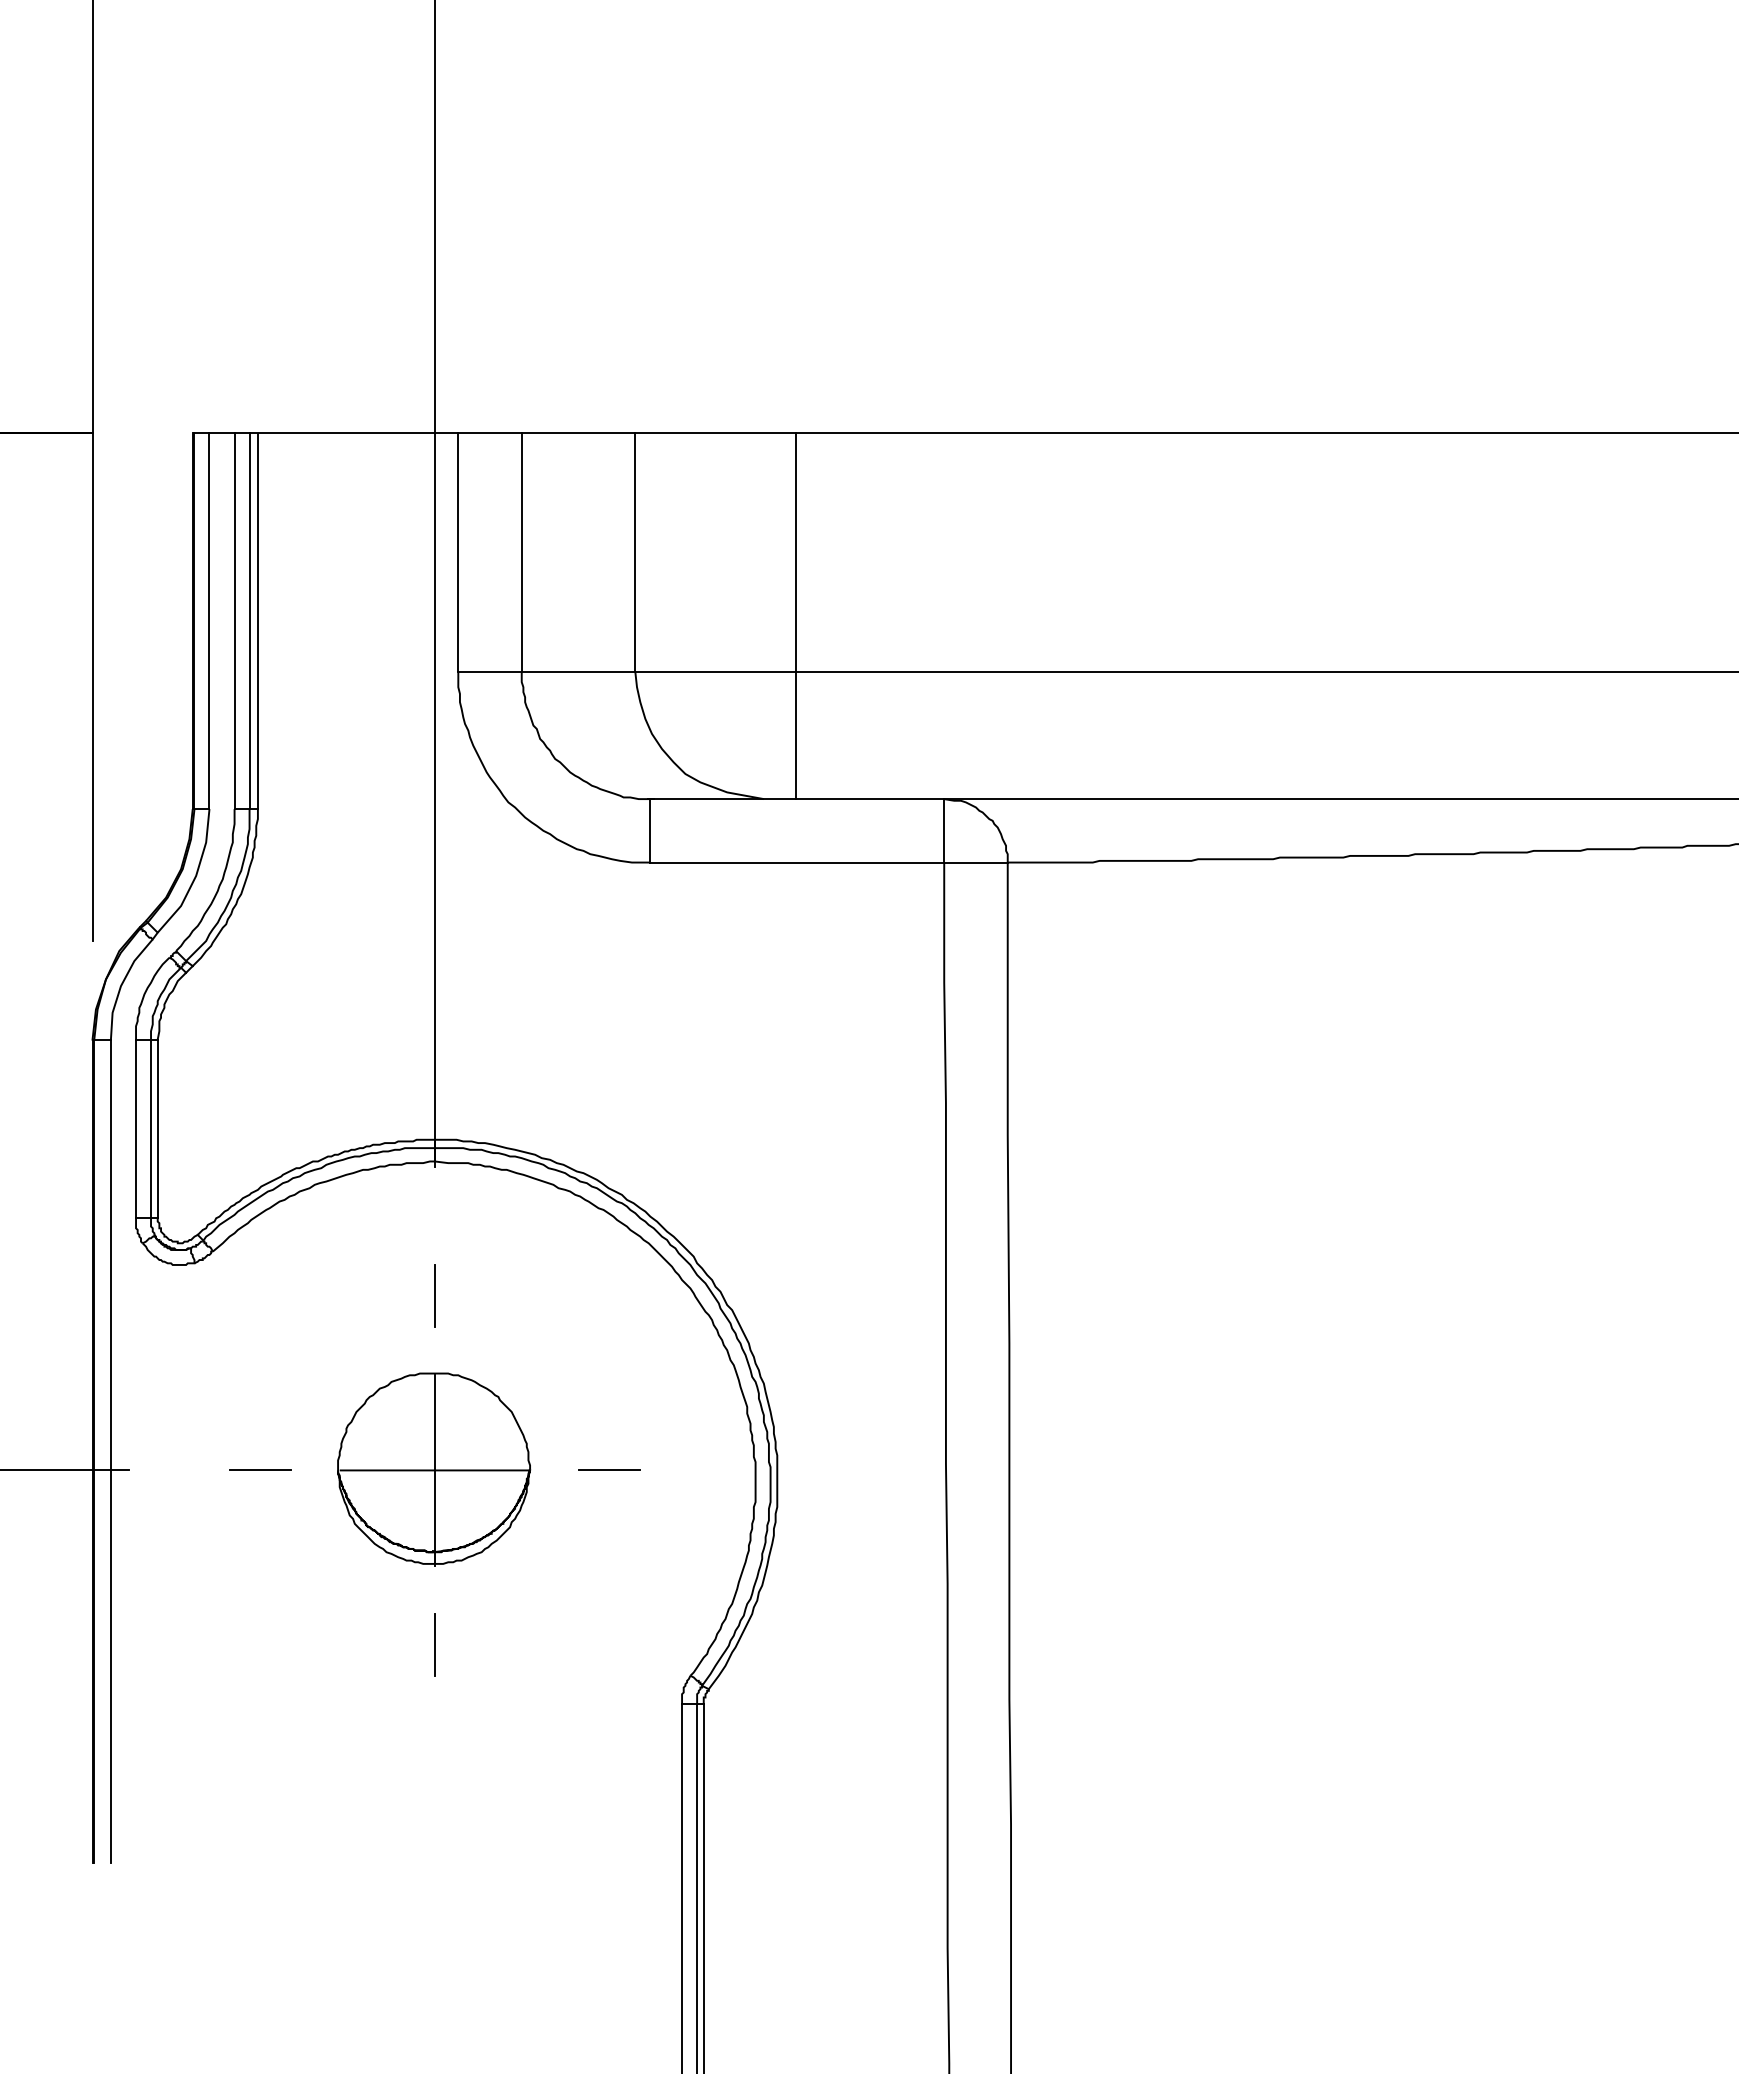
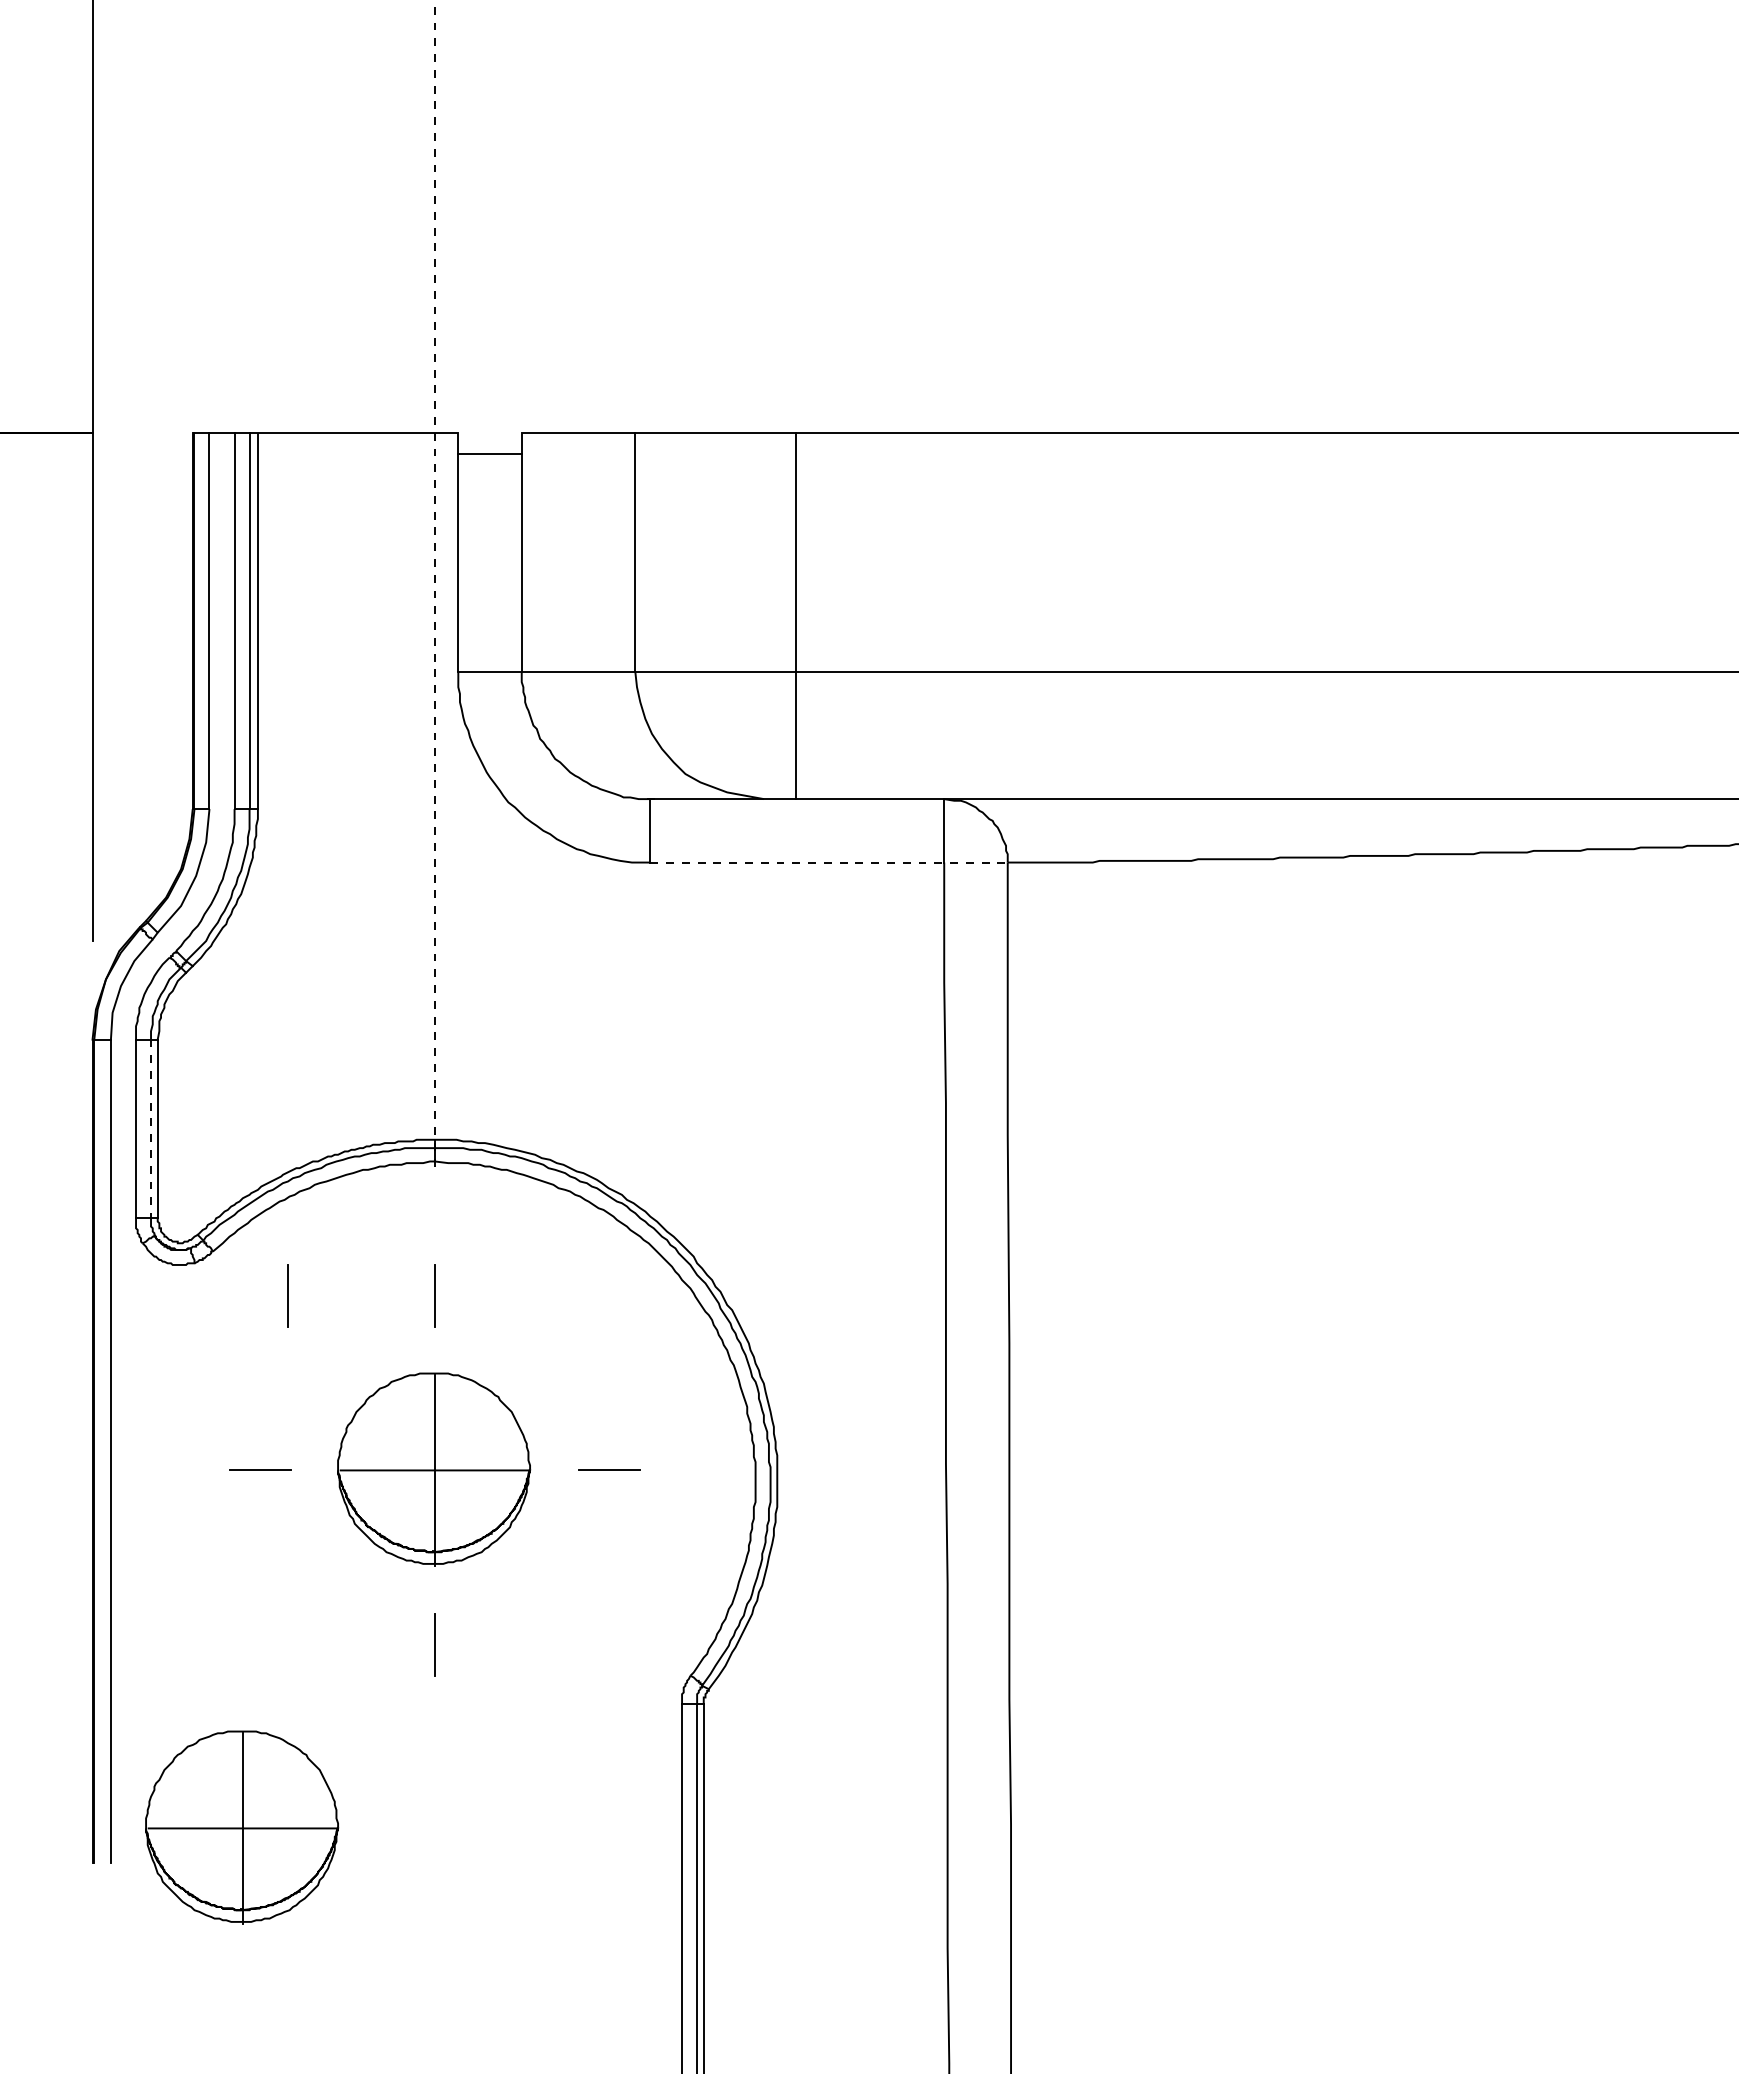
line at (489, 433) position: (489, 433) -> (489, 454)
line at (434, 583): solid -> dashed
line at (829, 862): solid -> dashed
line at (151, 1129): solid -> dashed
line at (287, 1295): none -> present
line at (65, 1470): present -> none
part at (242, 1827): none -> present
